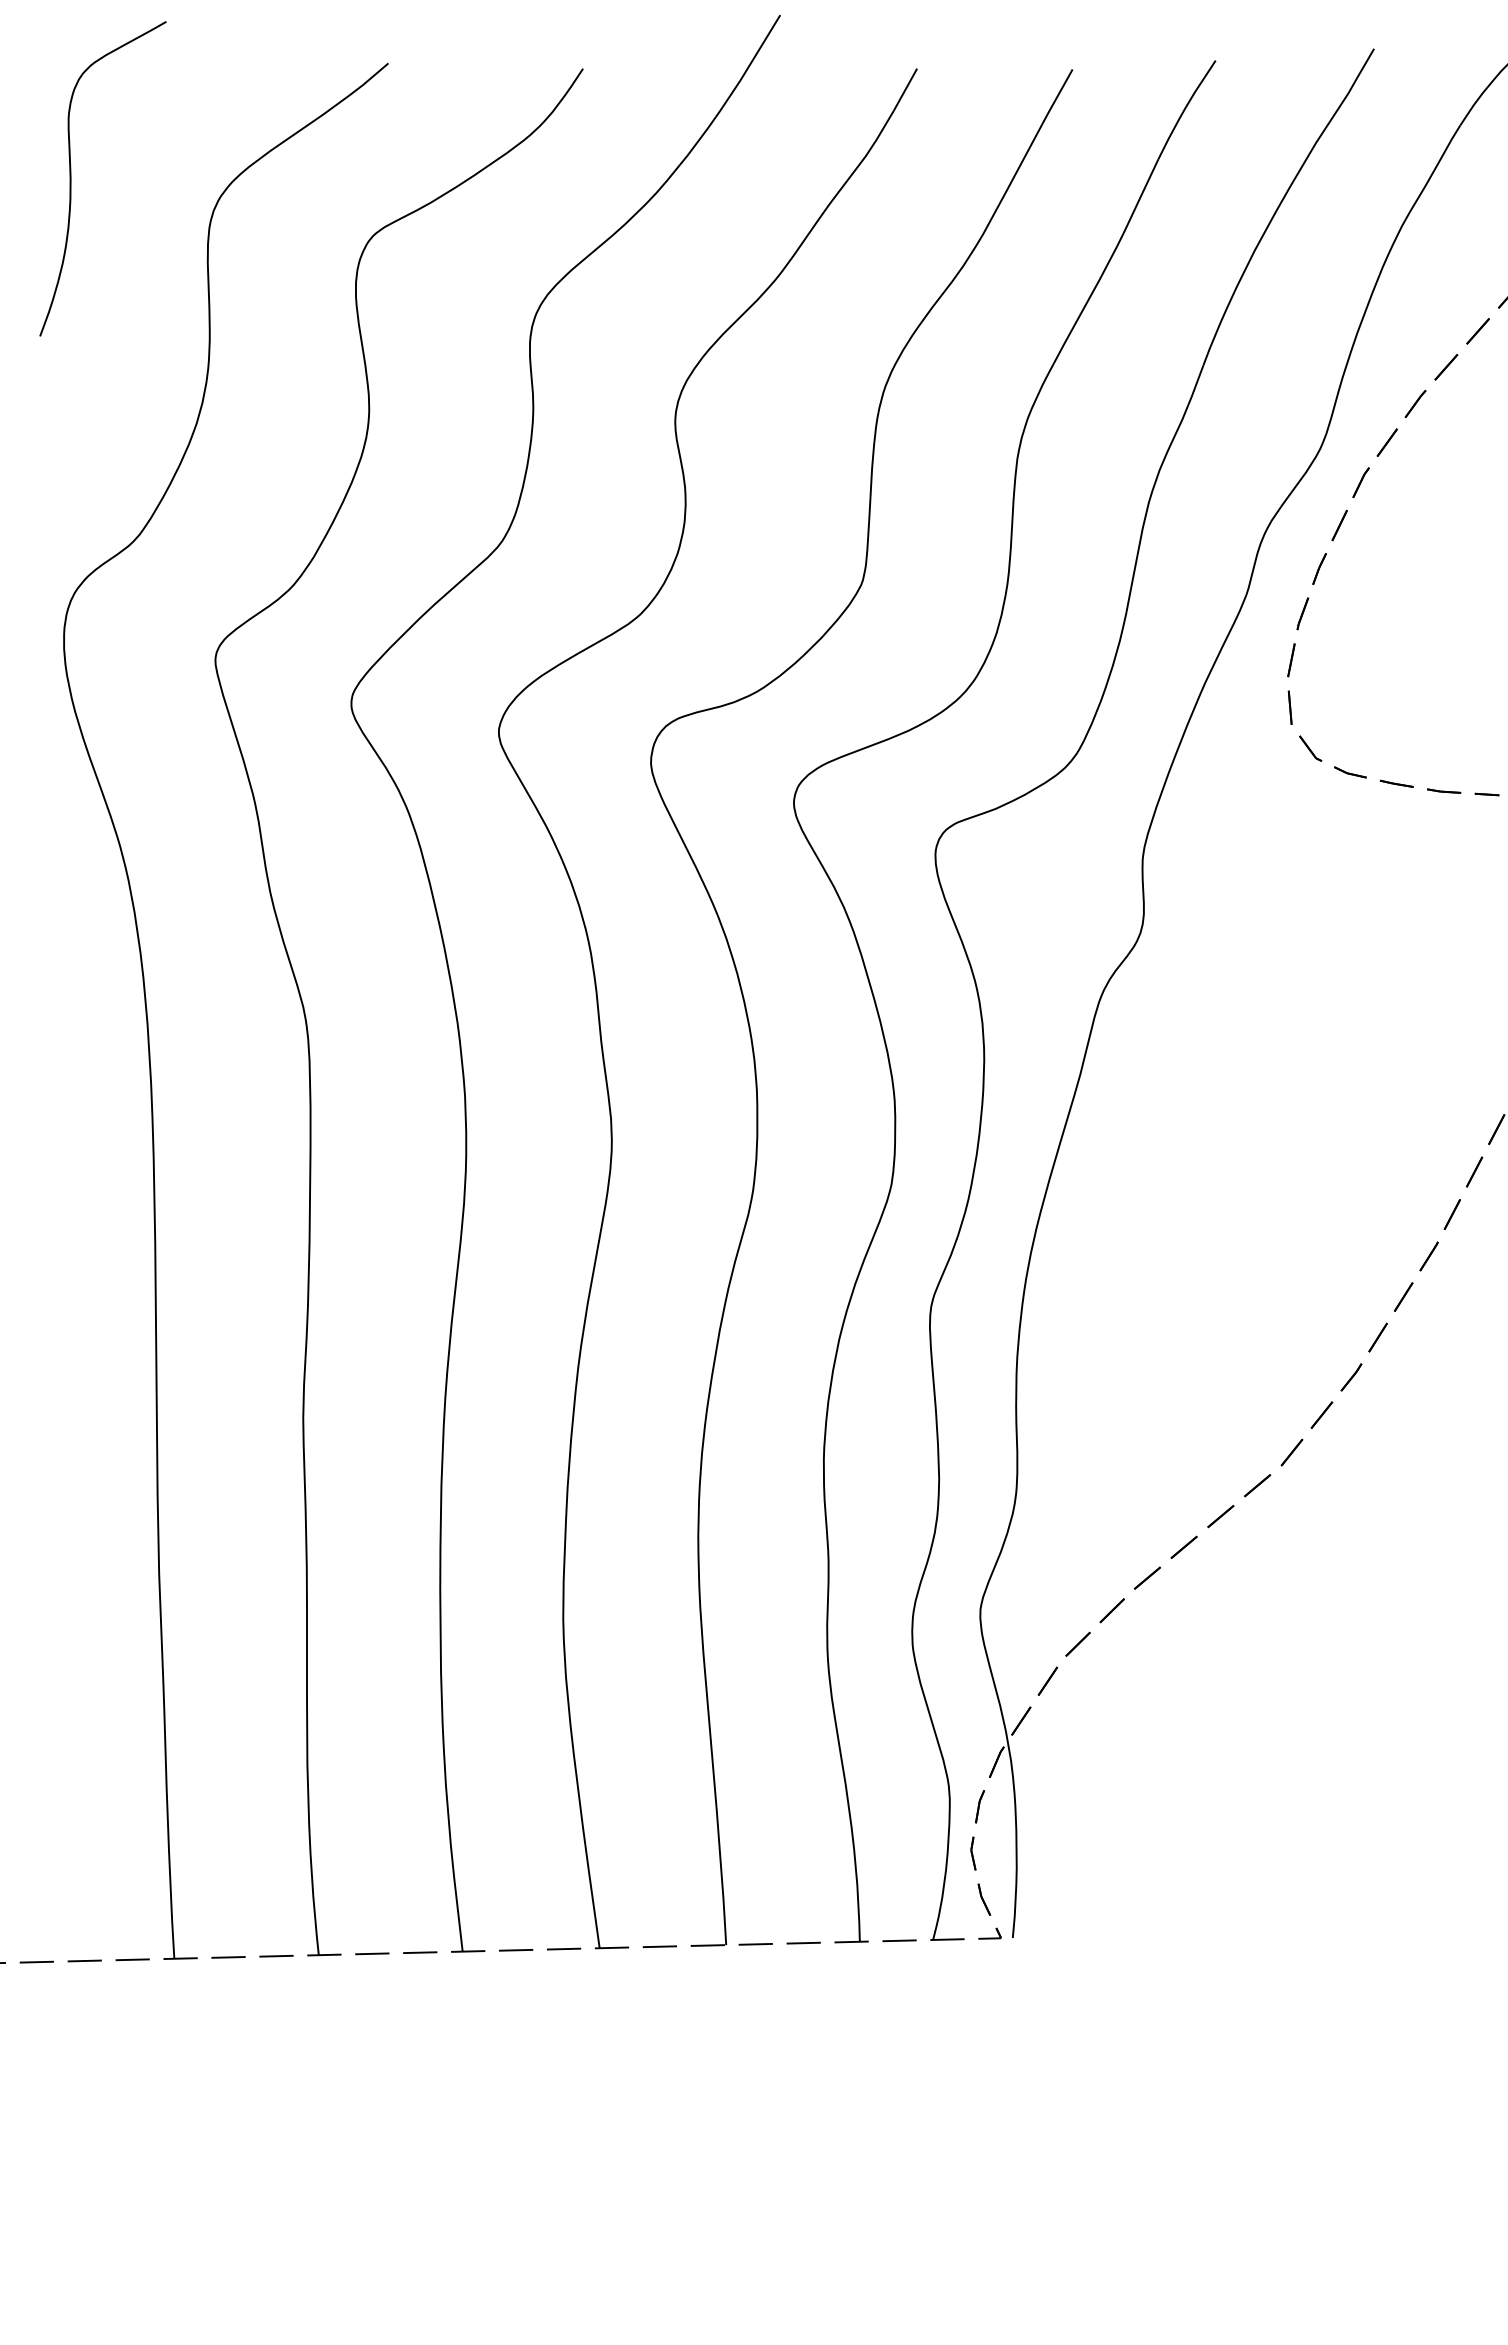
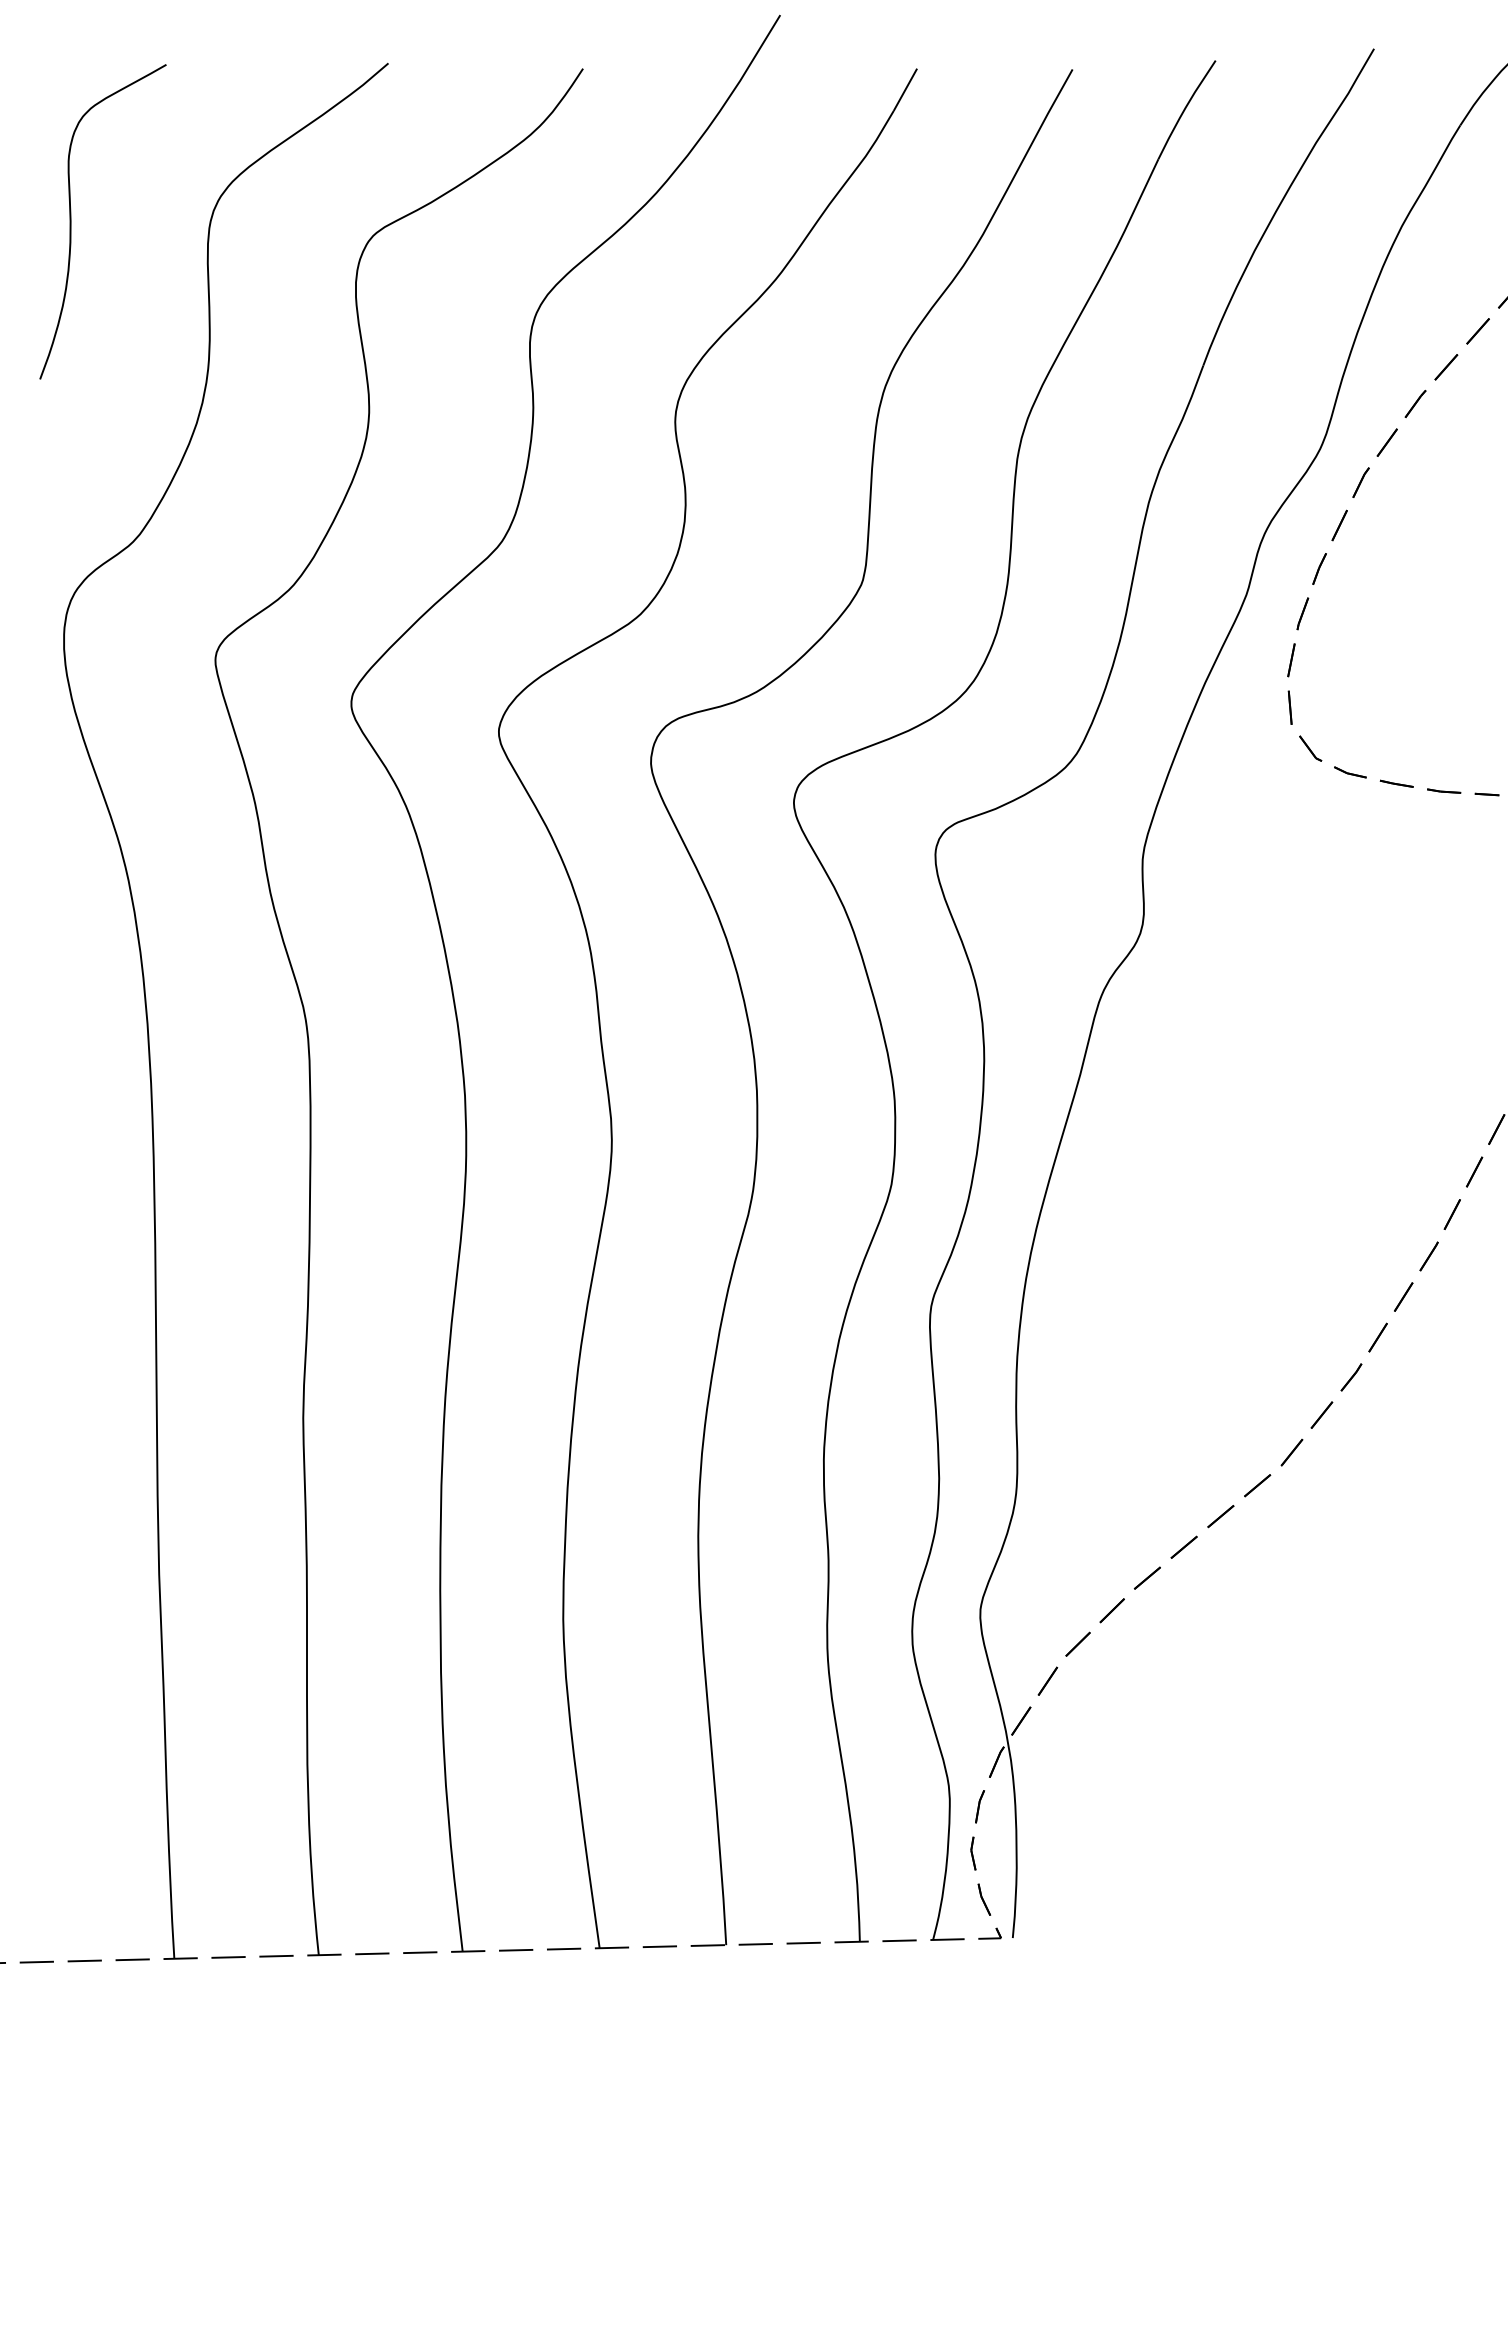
curve at (71, 178) position: (71, 178) -> (71, 221)
